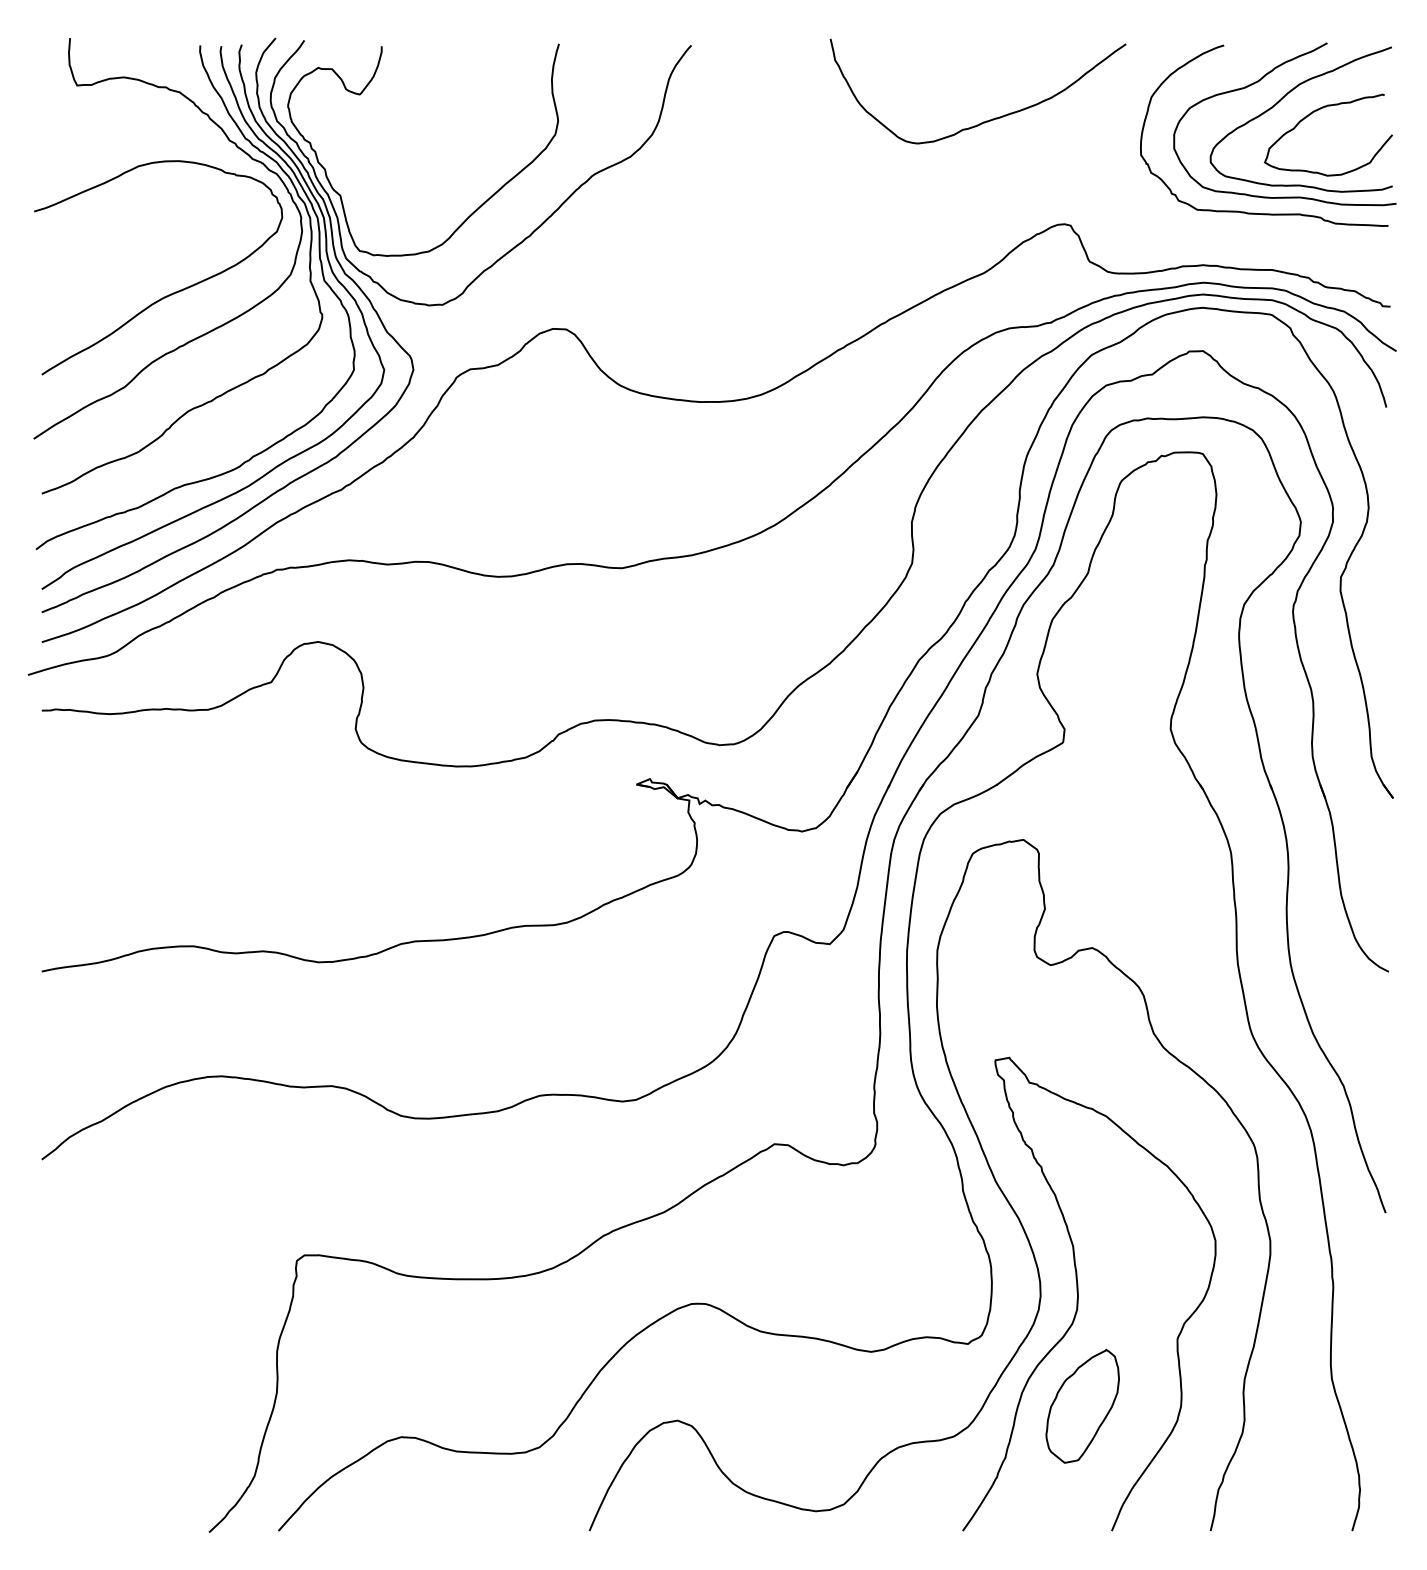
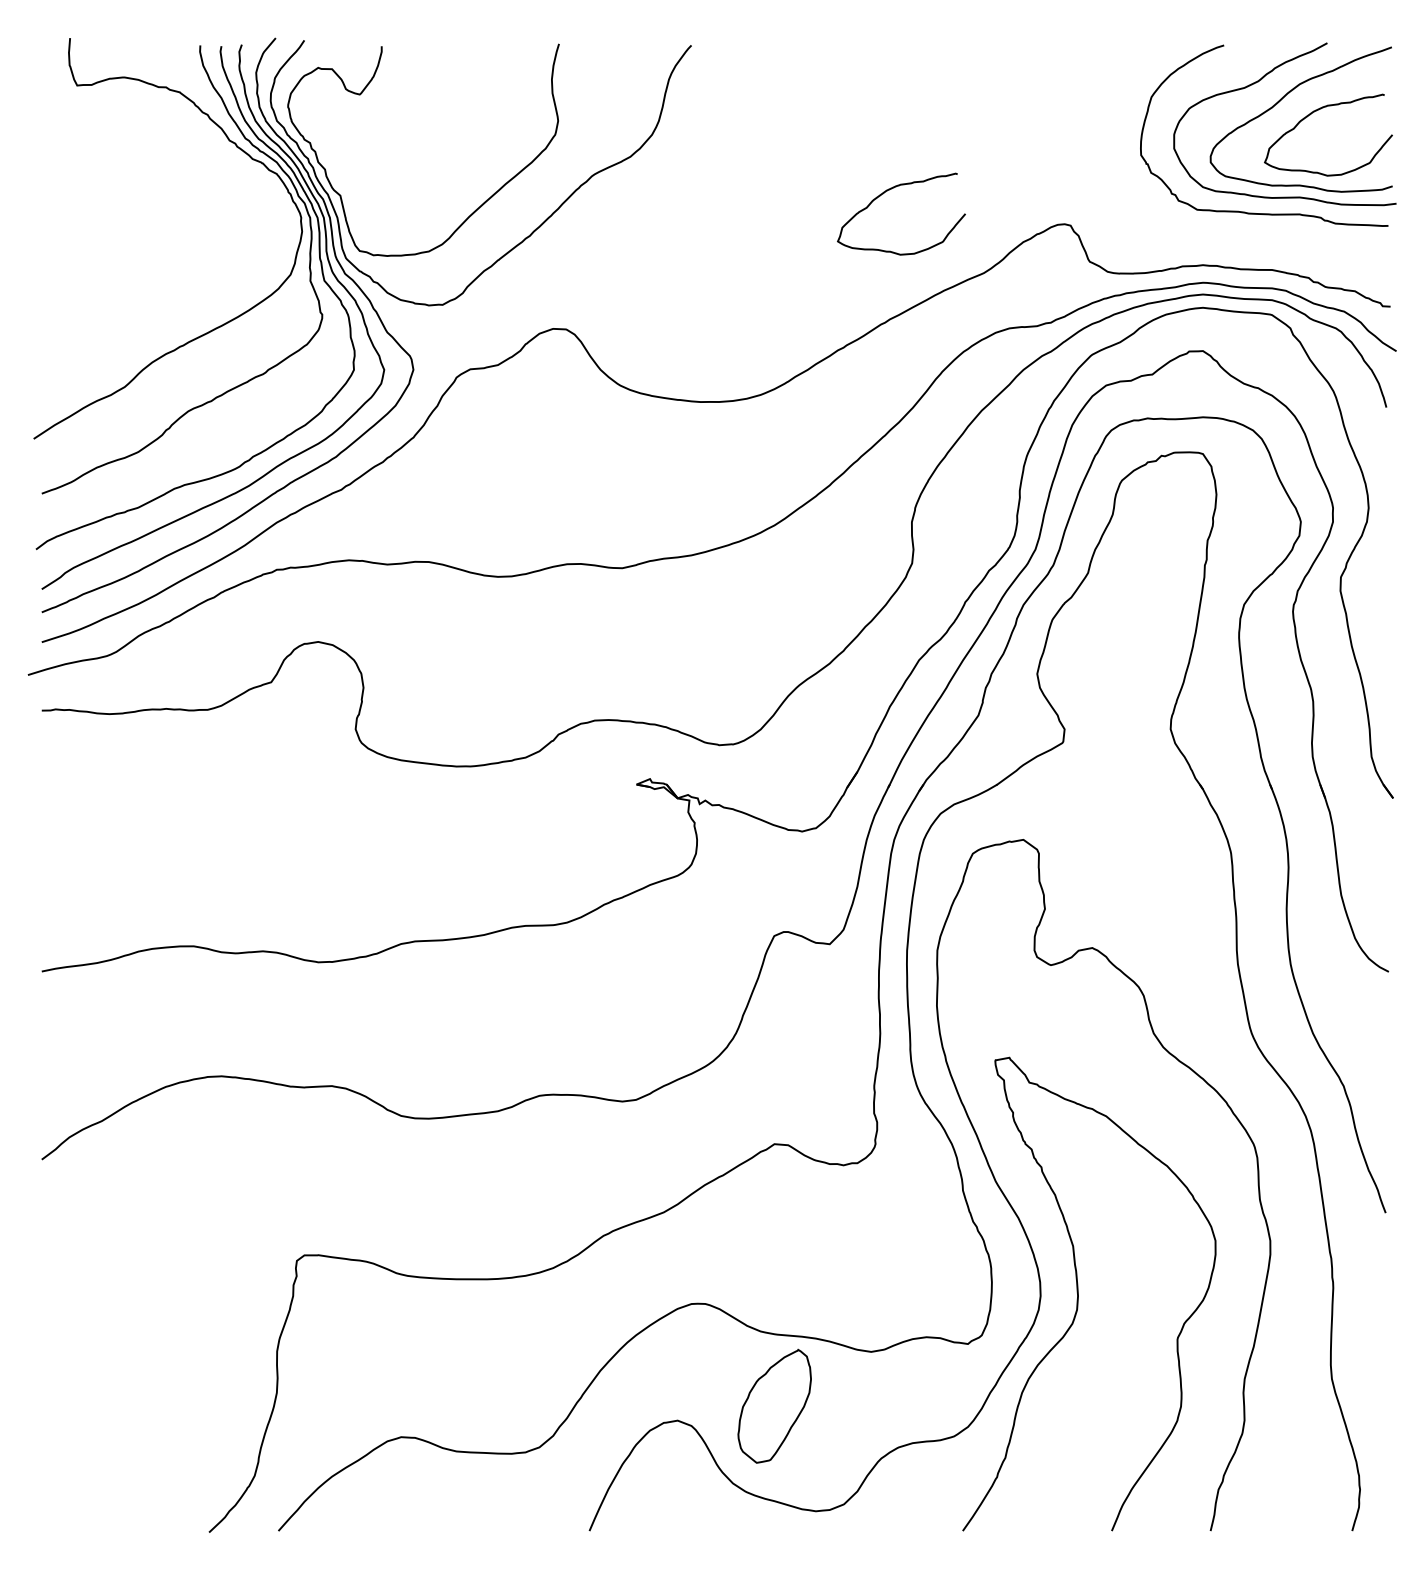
curve at (986, 120): present -> none
curve at (889, 190): none -> present
curve at (170, 293): present -> none
part at (1082, 1405) position: (1082, 1405) -> (774, 1405)
